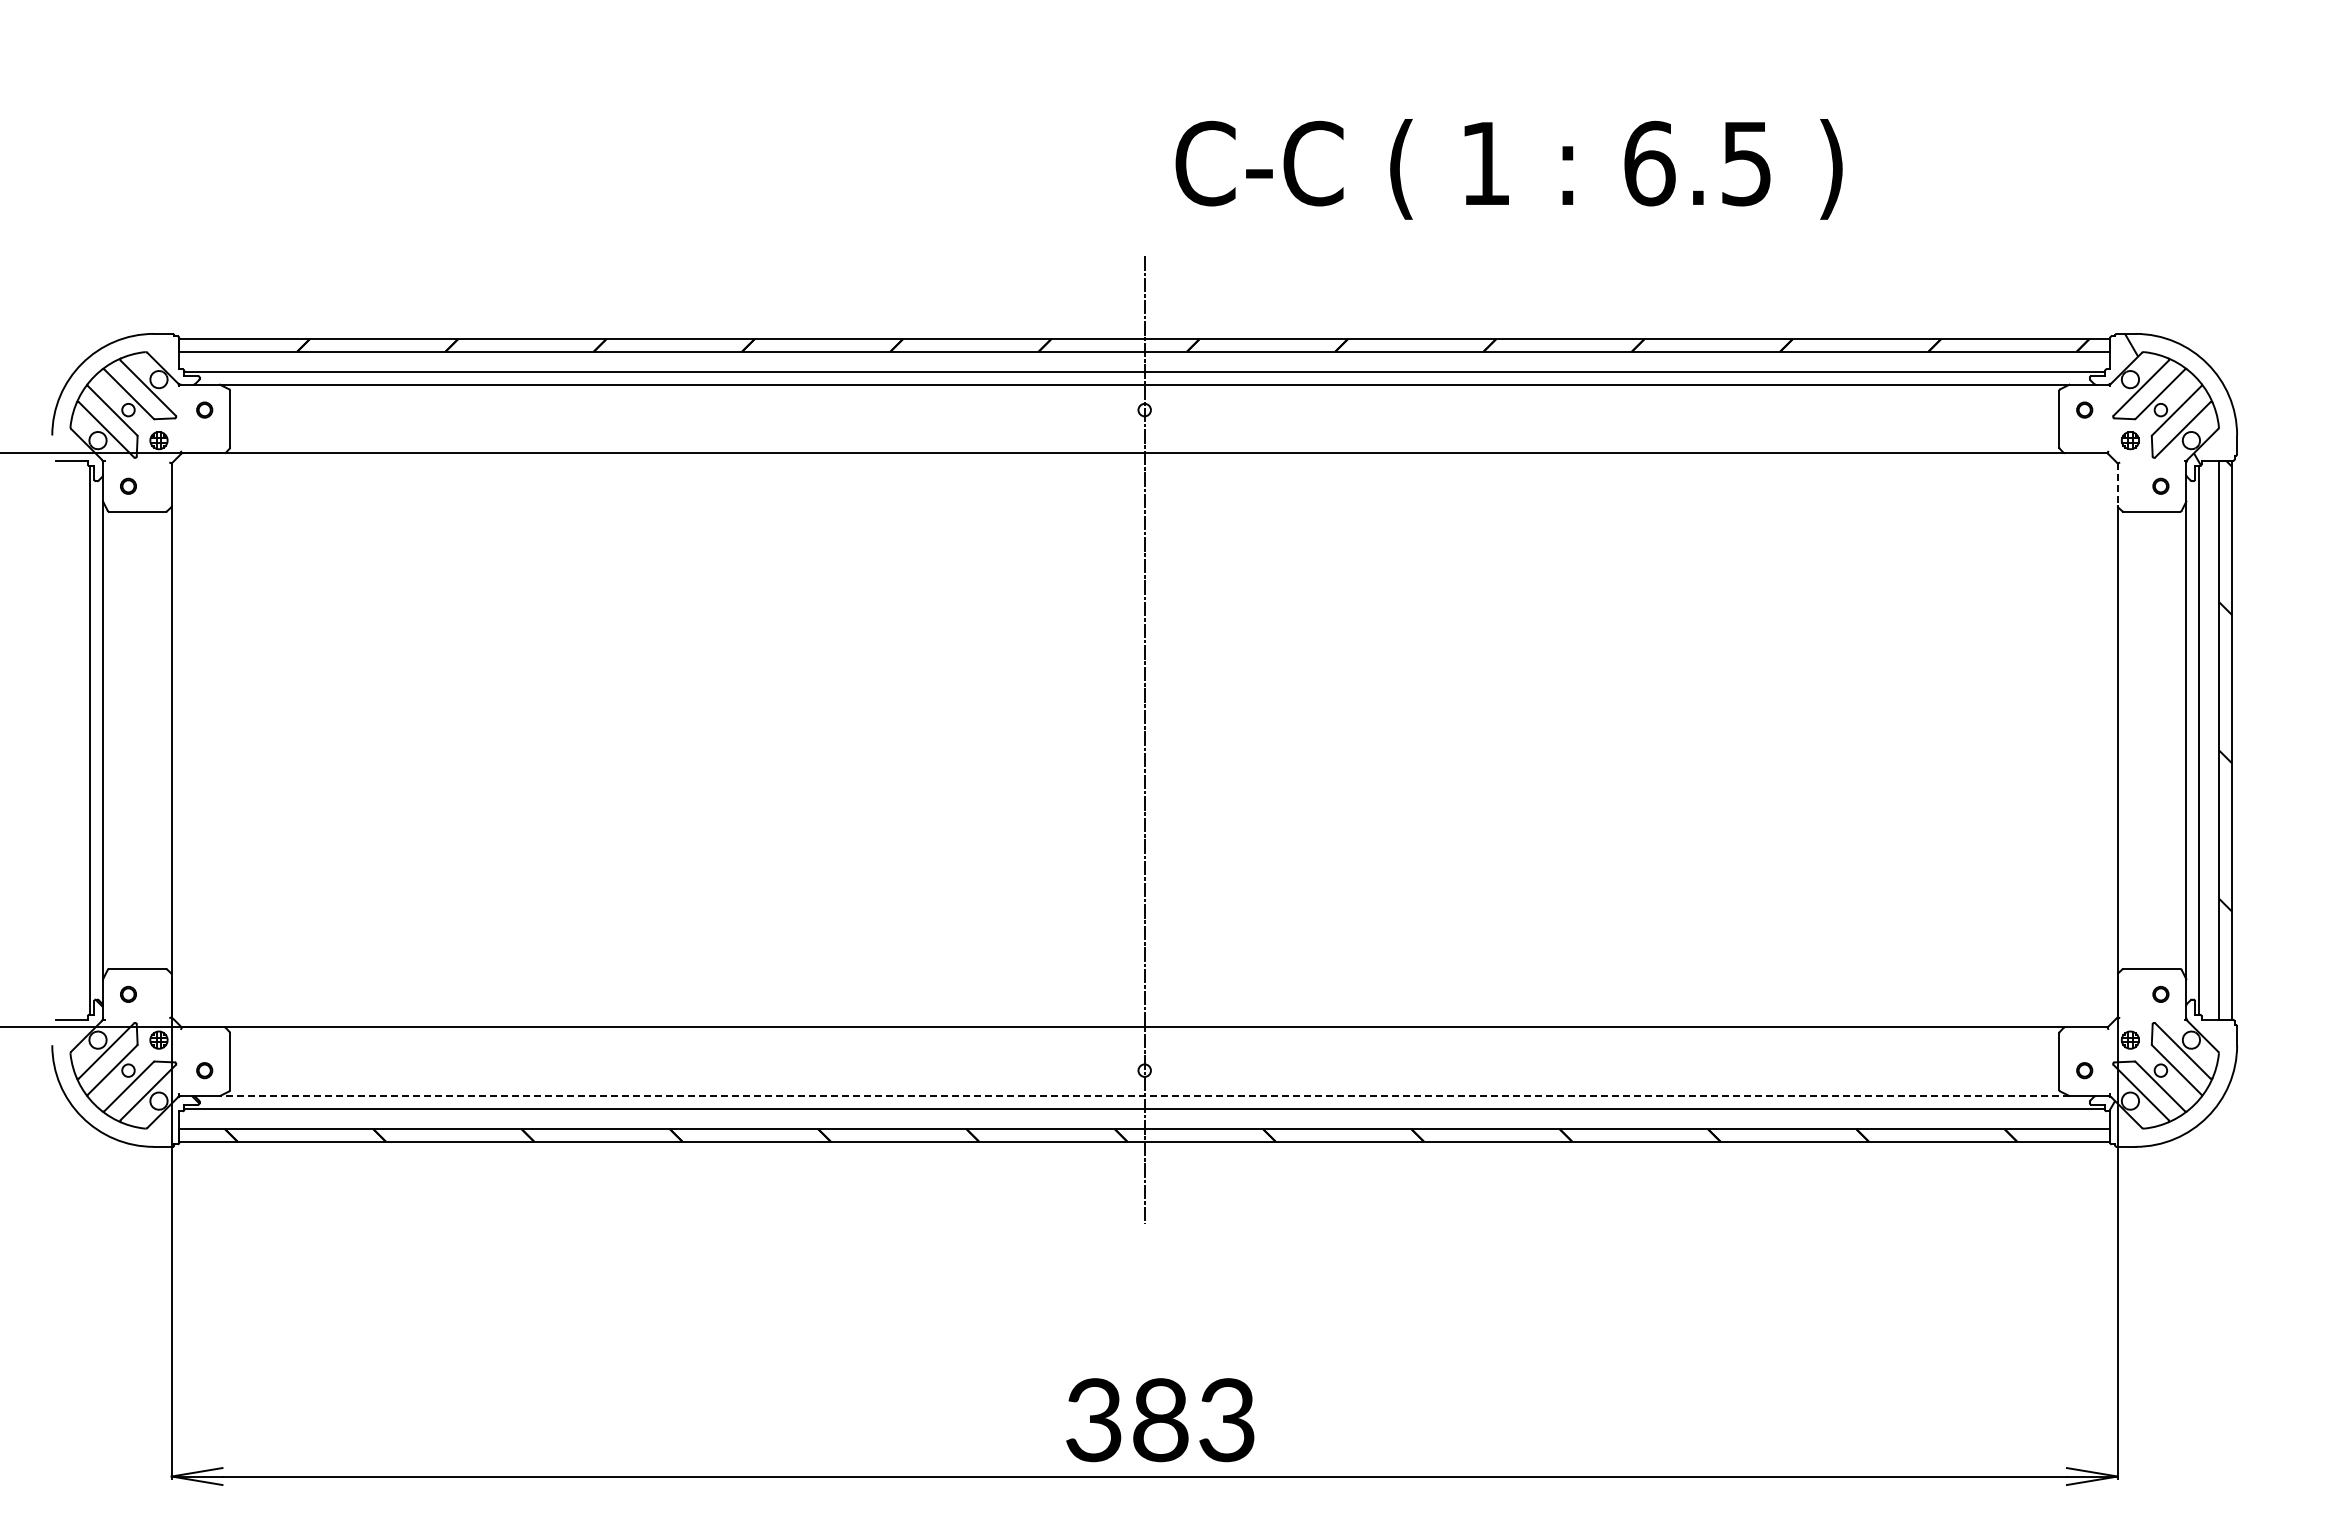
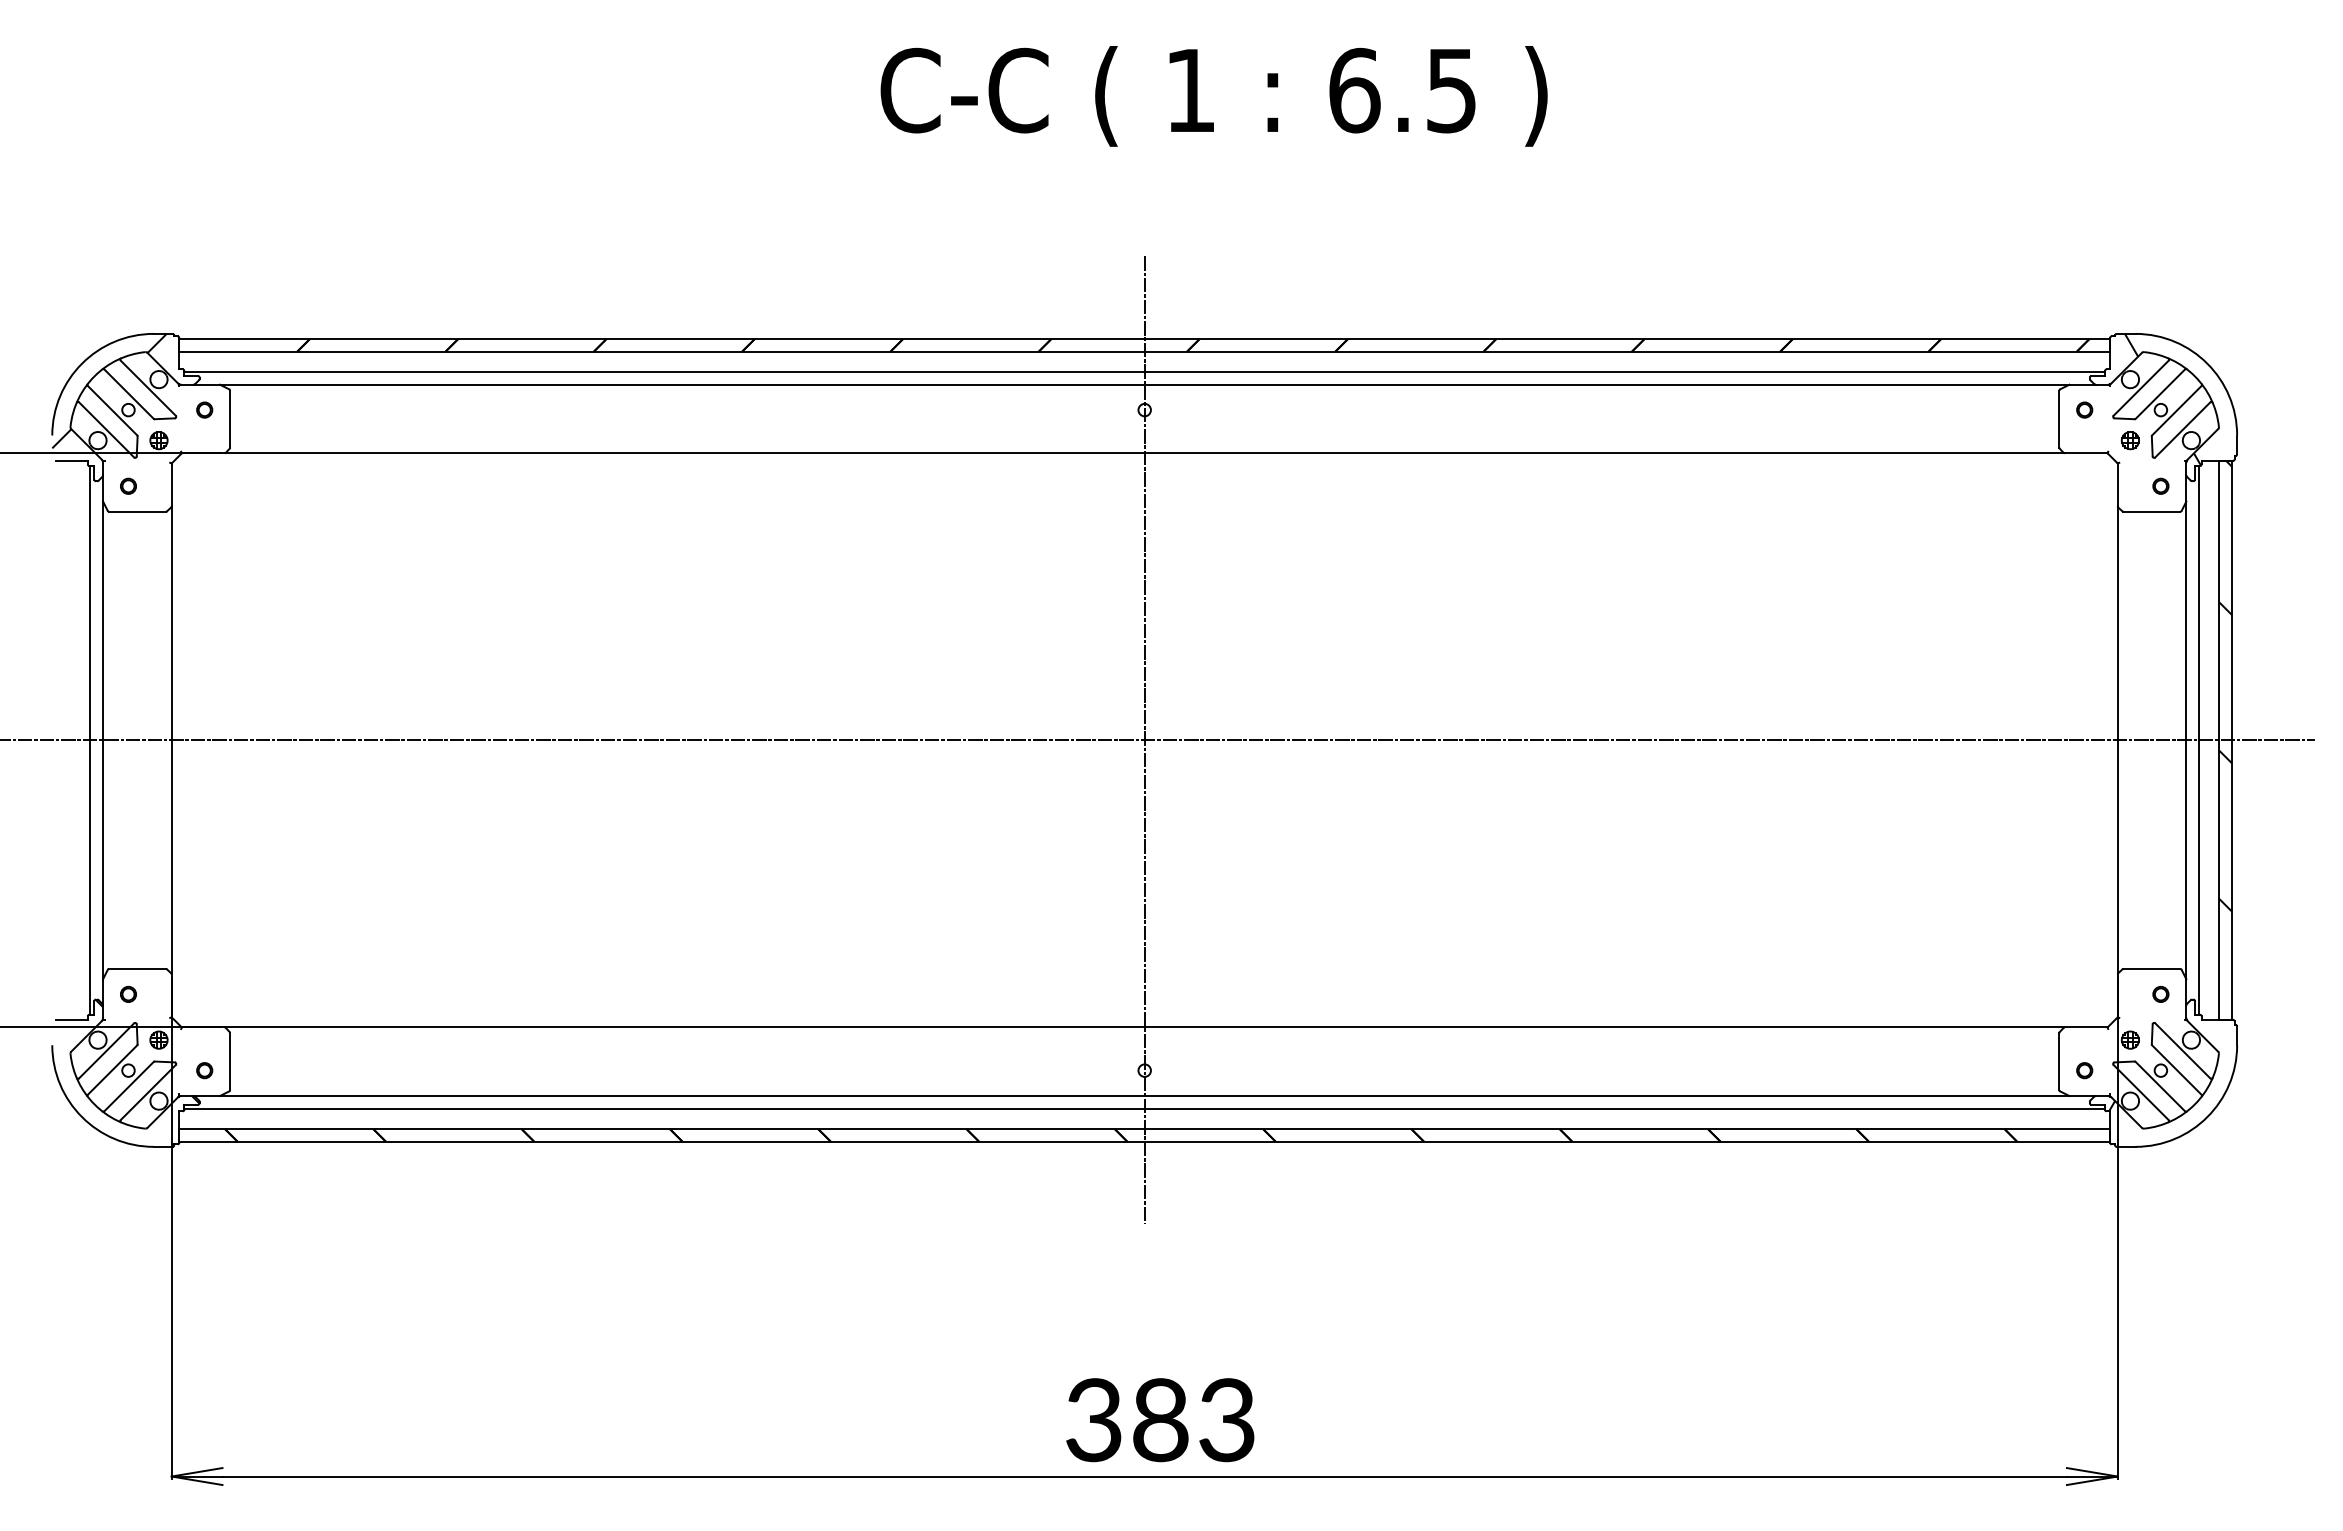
text at (1508, 169) position: (1508, 169) -> (1213, 96)
hatch at (109, 390): none -> present
line at (2117, 485): dashed -> solid
line at (1158, 740): none -> present
line at (1144, 1096): dashed -> solid
